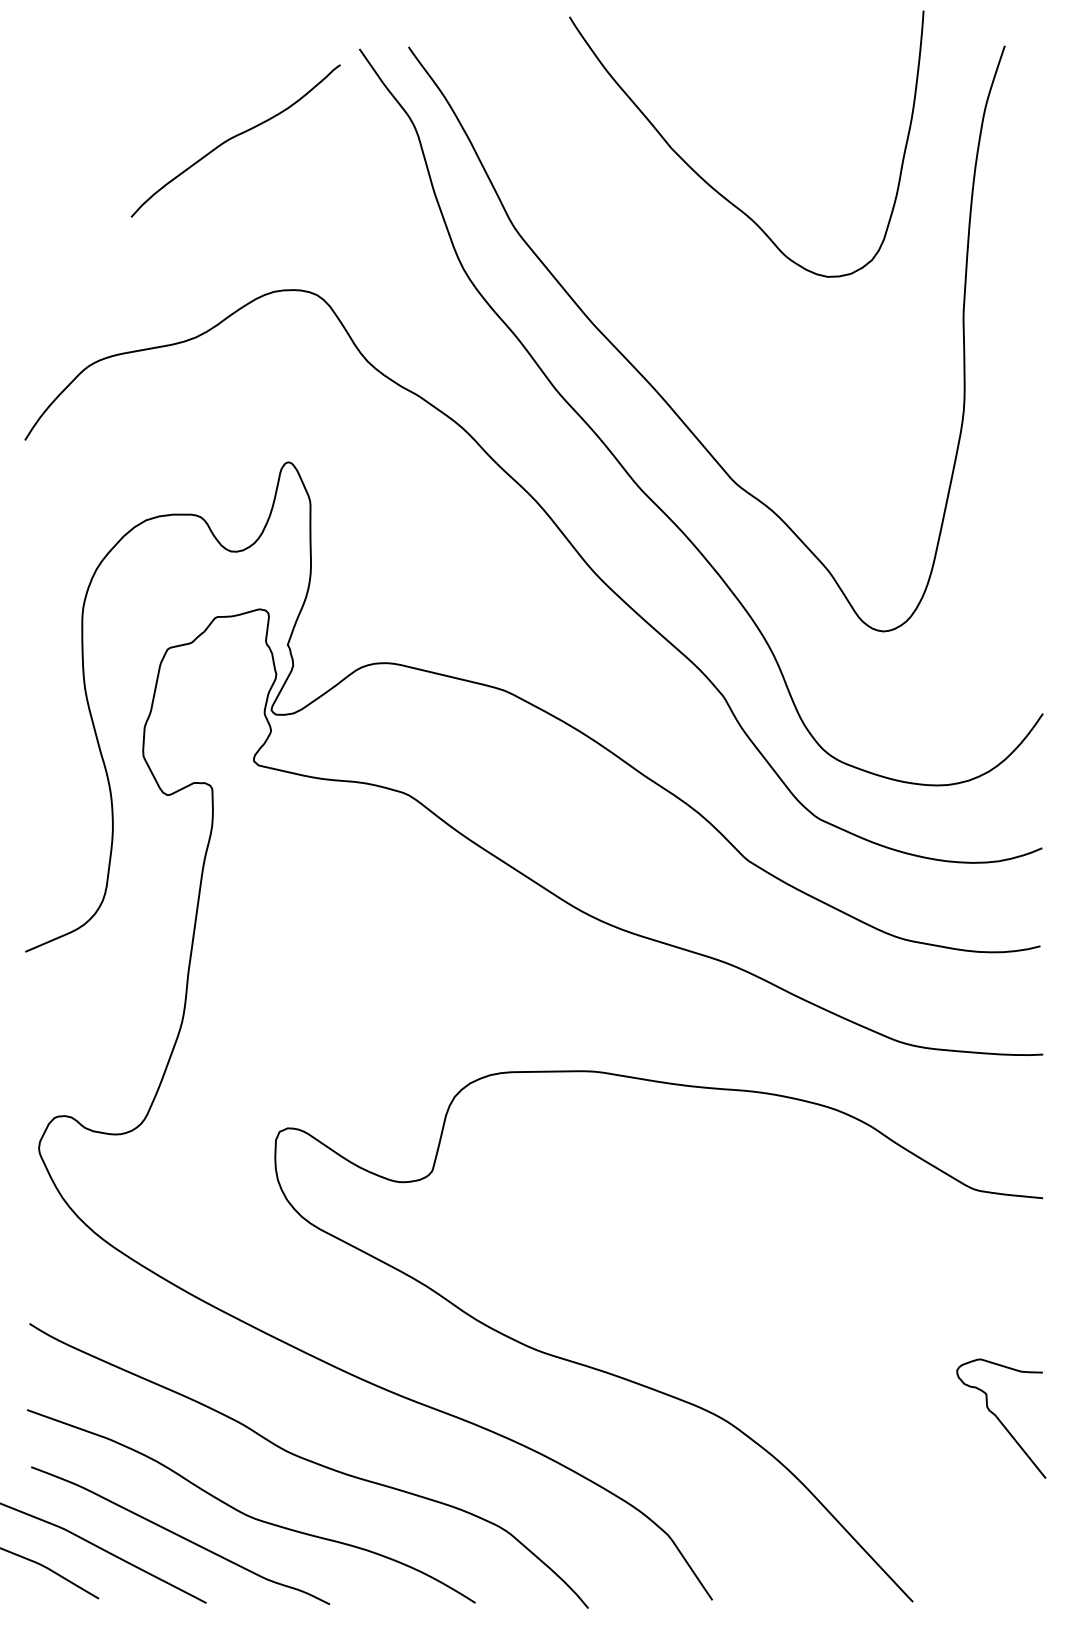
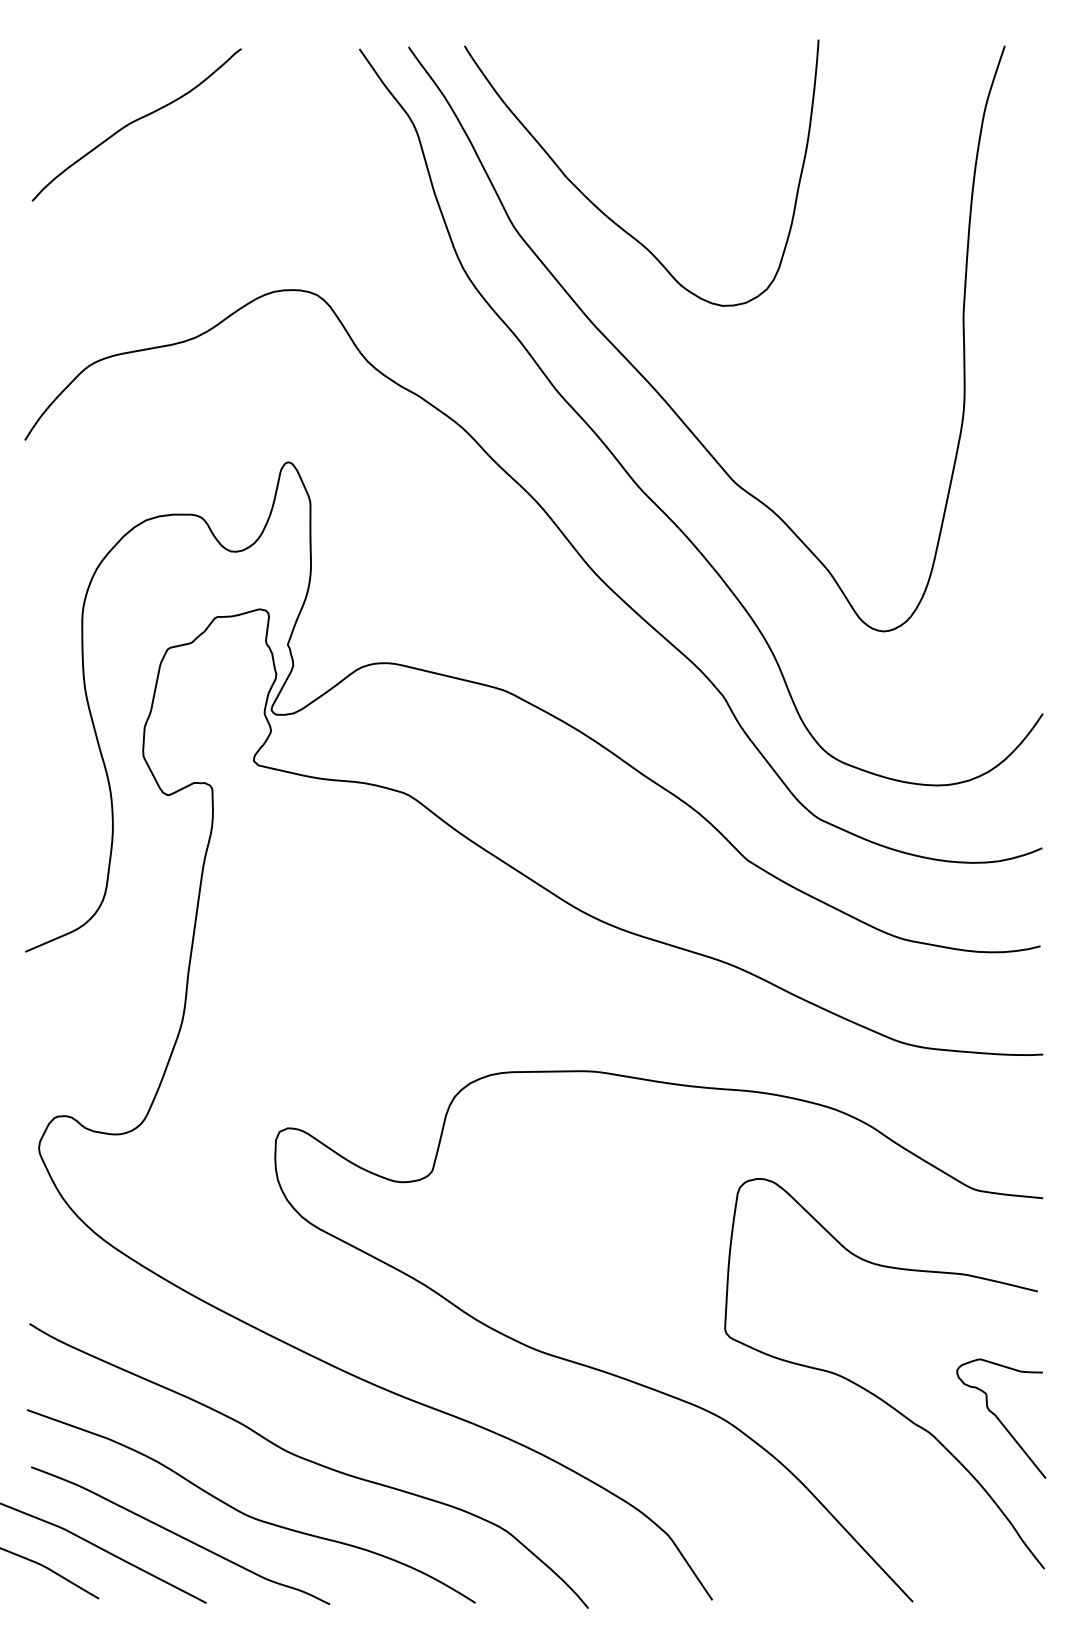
curve at (233, 138) position: (233, 138) -> (134, 122)
curve at (710, 184) position: (710, 184) -> (605, 213)
curve at (872, 1392): none -> present
